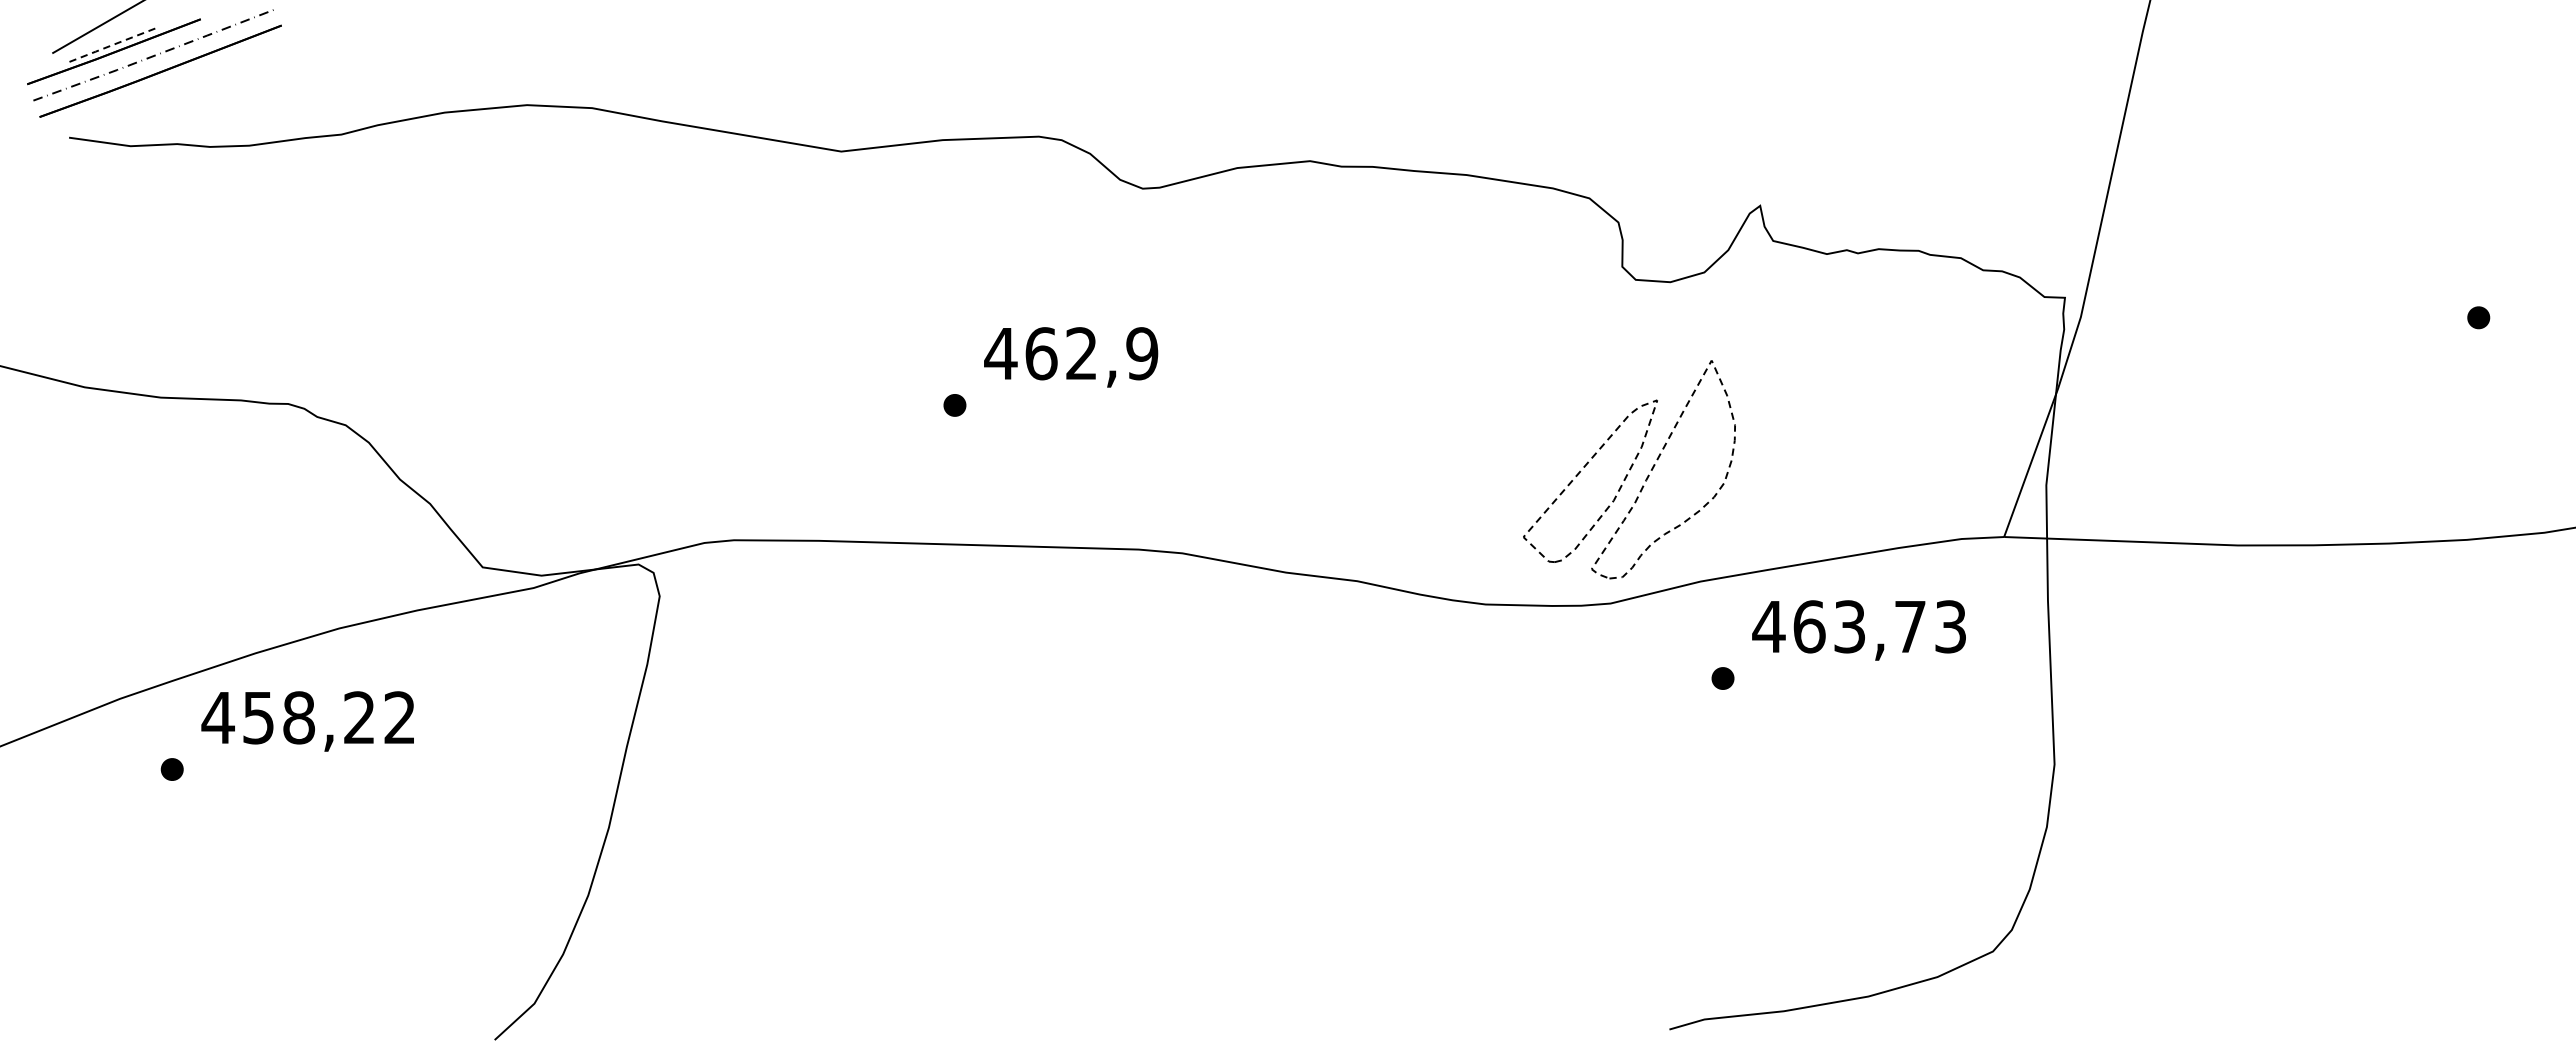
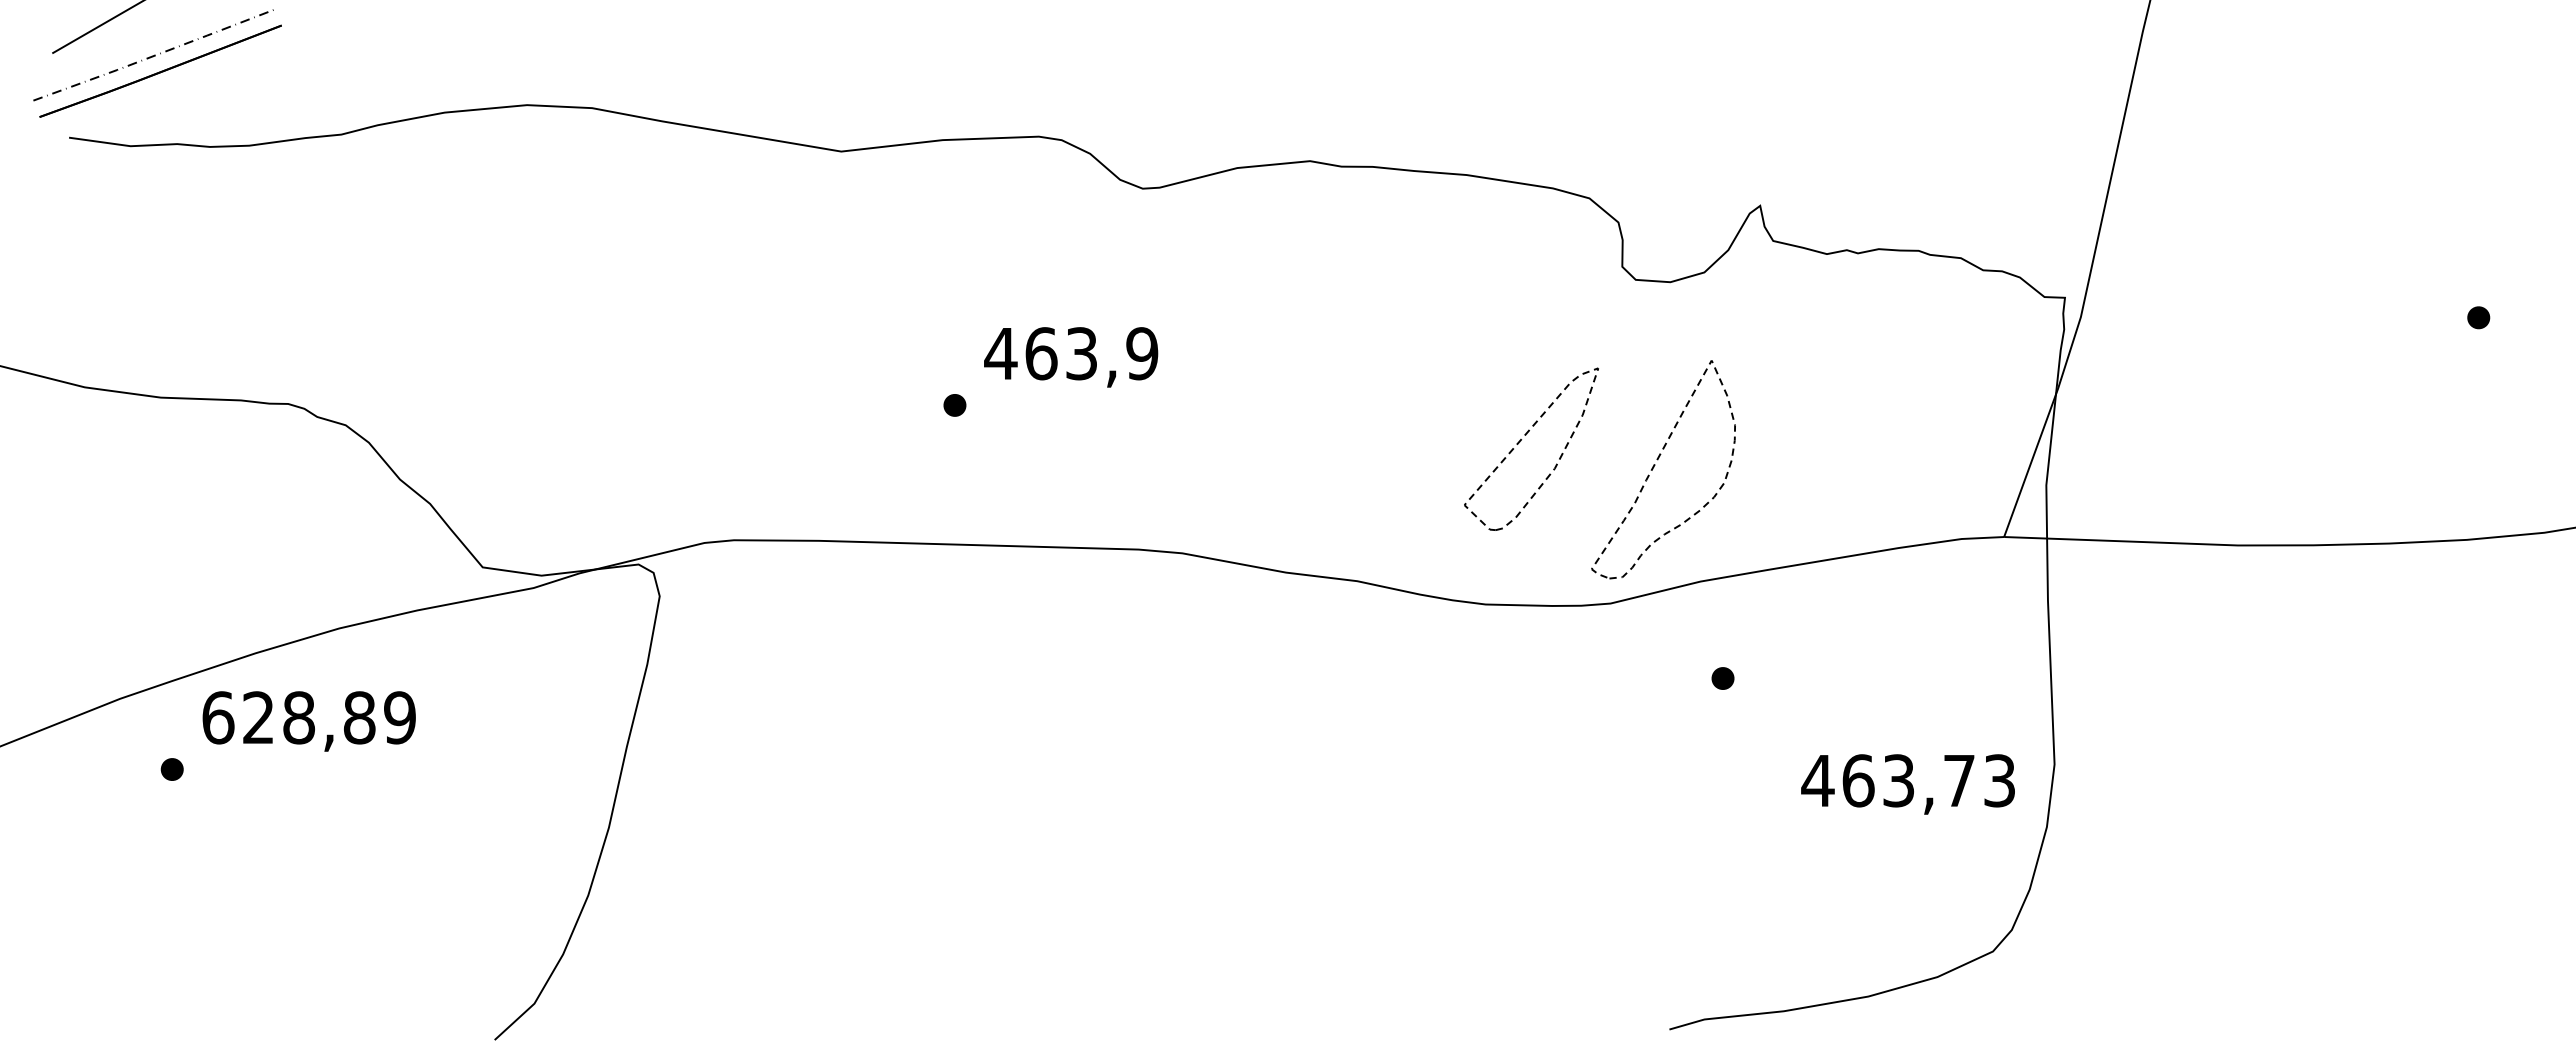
part at (113, 51): present -> none
text at (1081, 353): 462,9 -> 463,9
part at (1579, 474) position: (1579, 474) -> (1520, 442)
text at (1858, 630) position: (1858, 630) -> (1907, 784)
text at (308, 717): 458,22 -> 628,89
